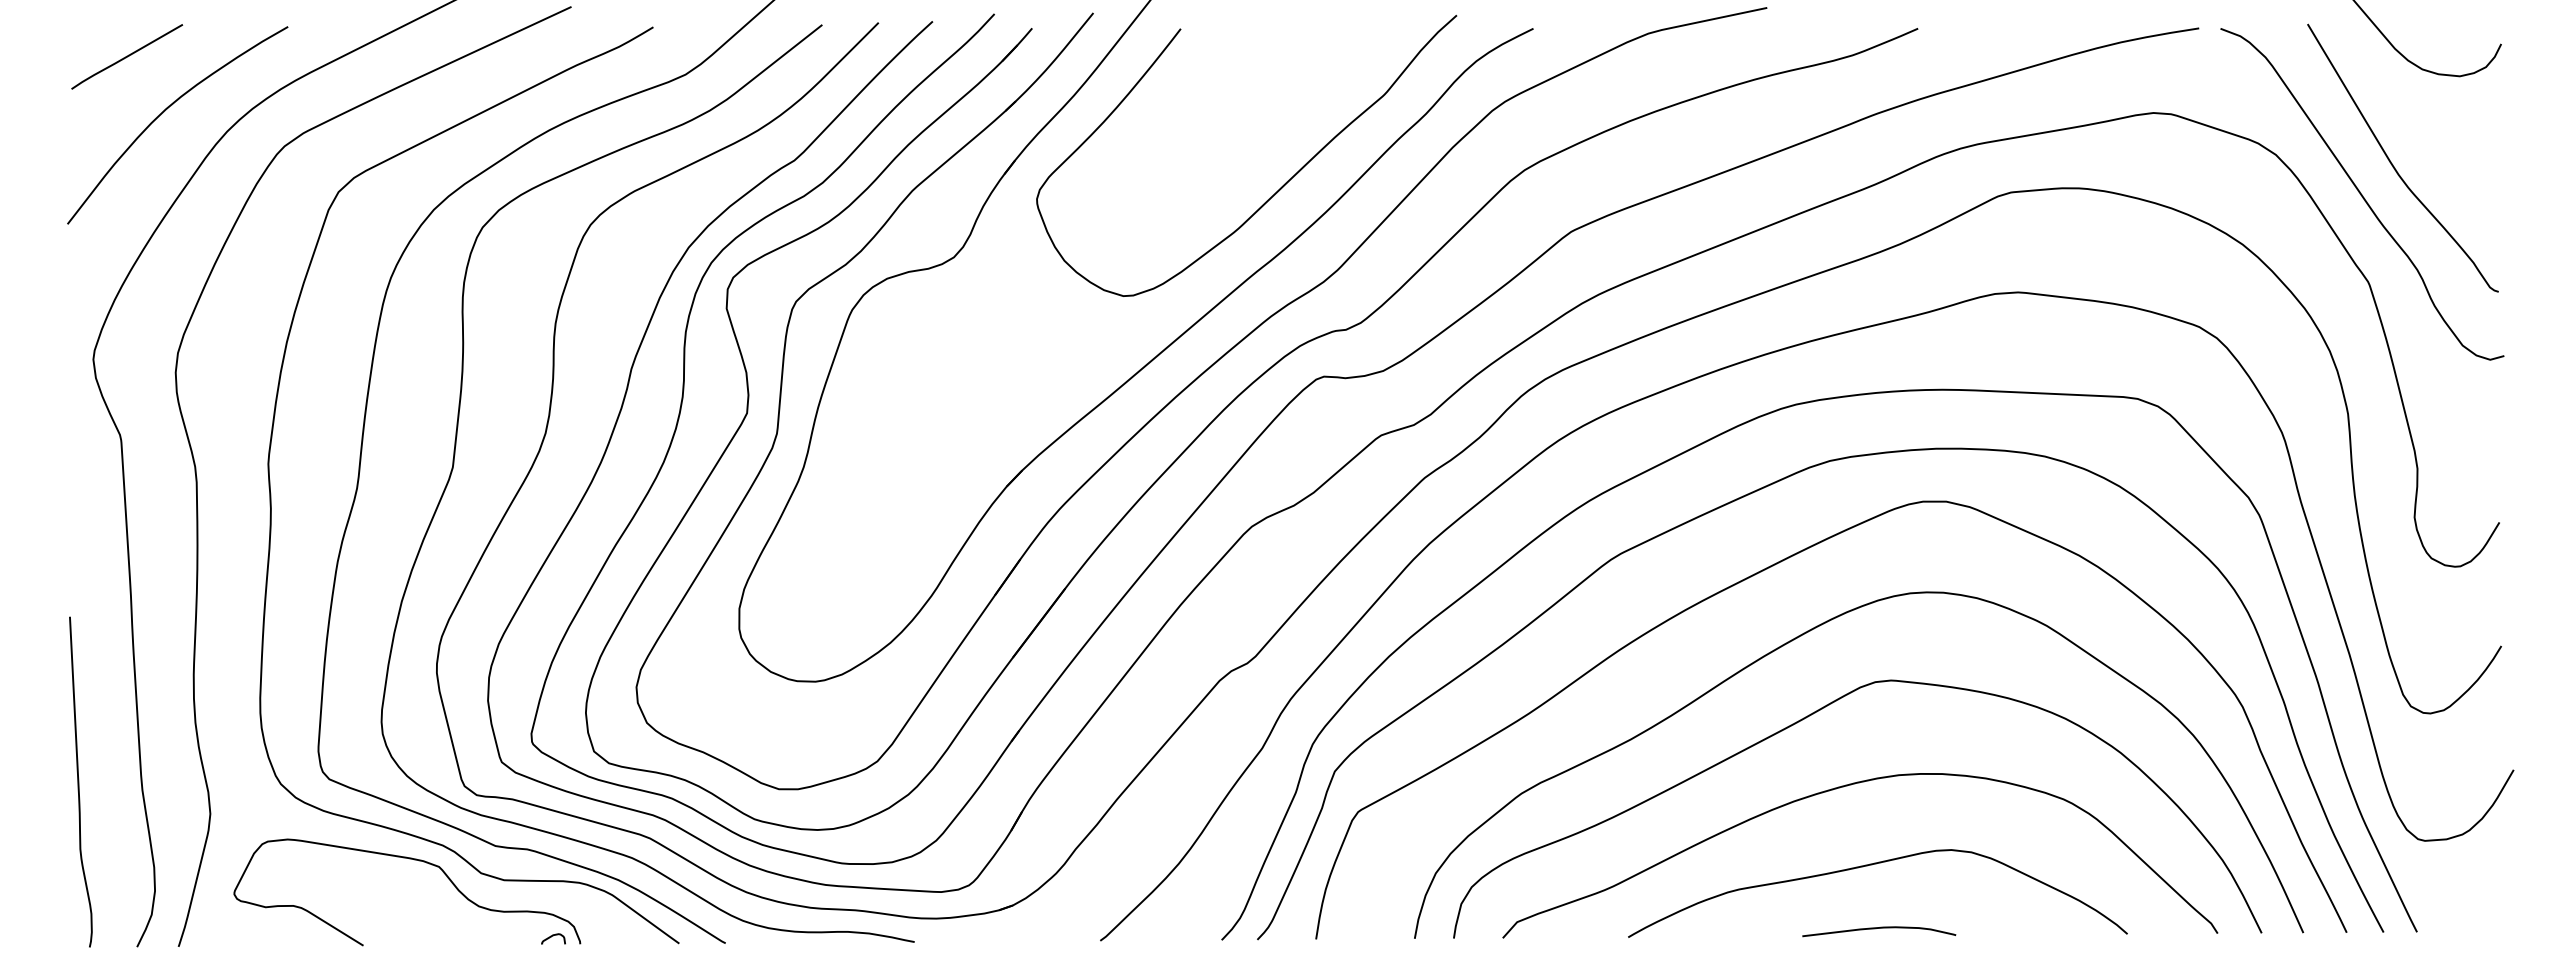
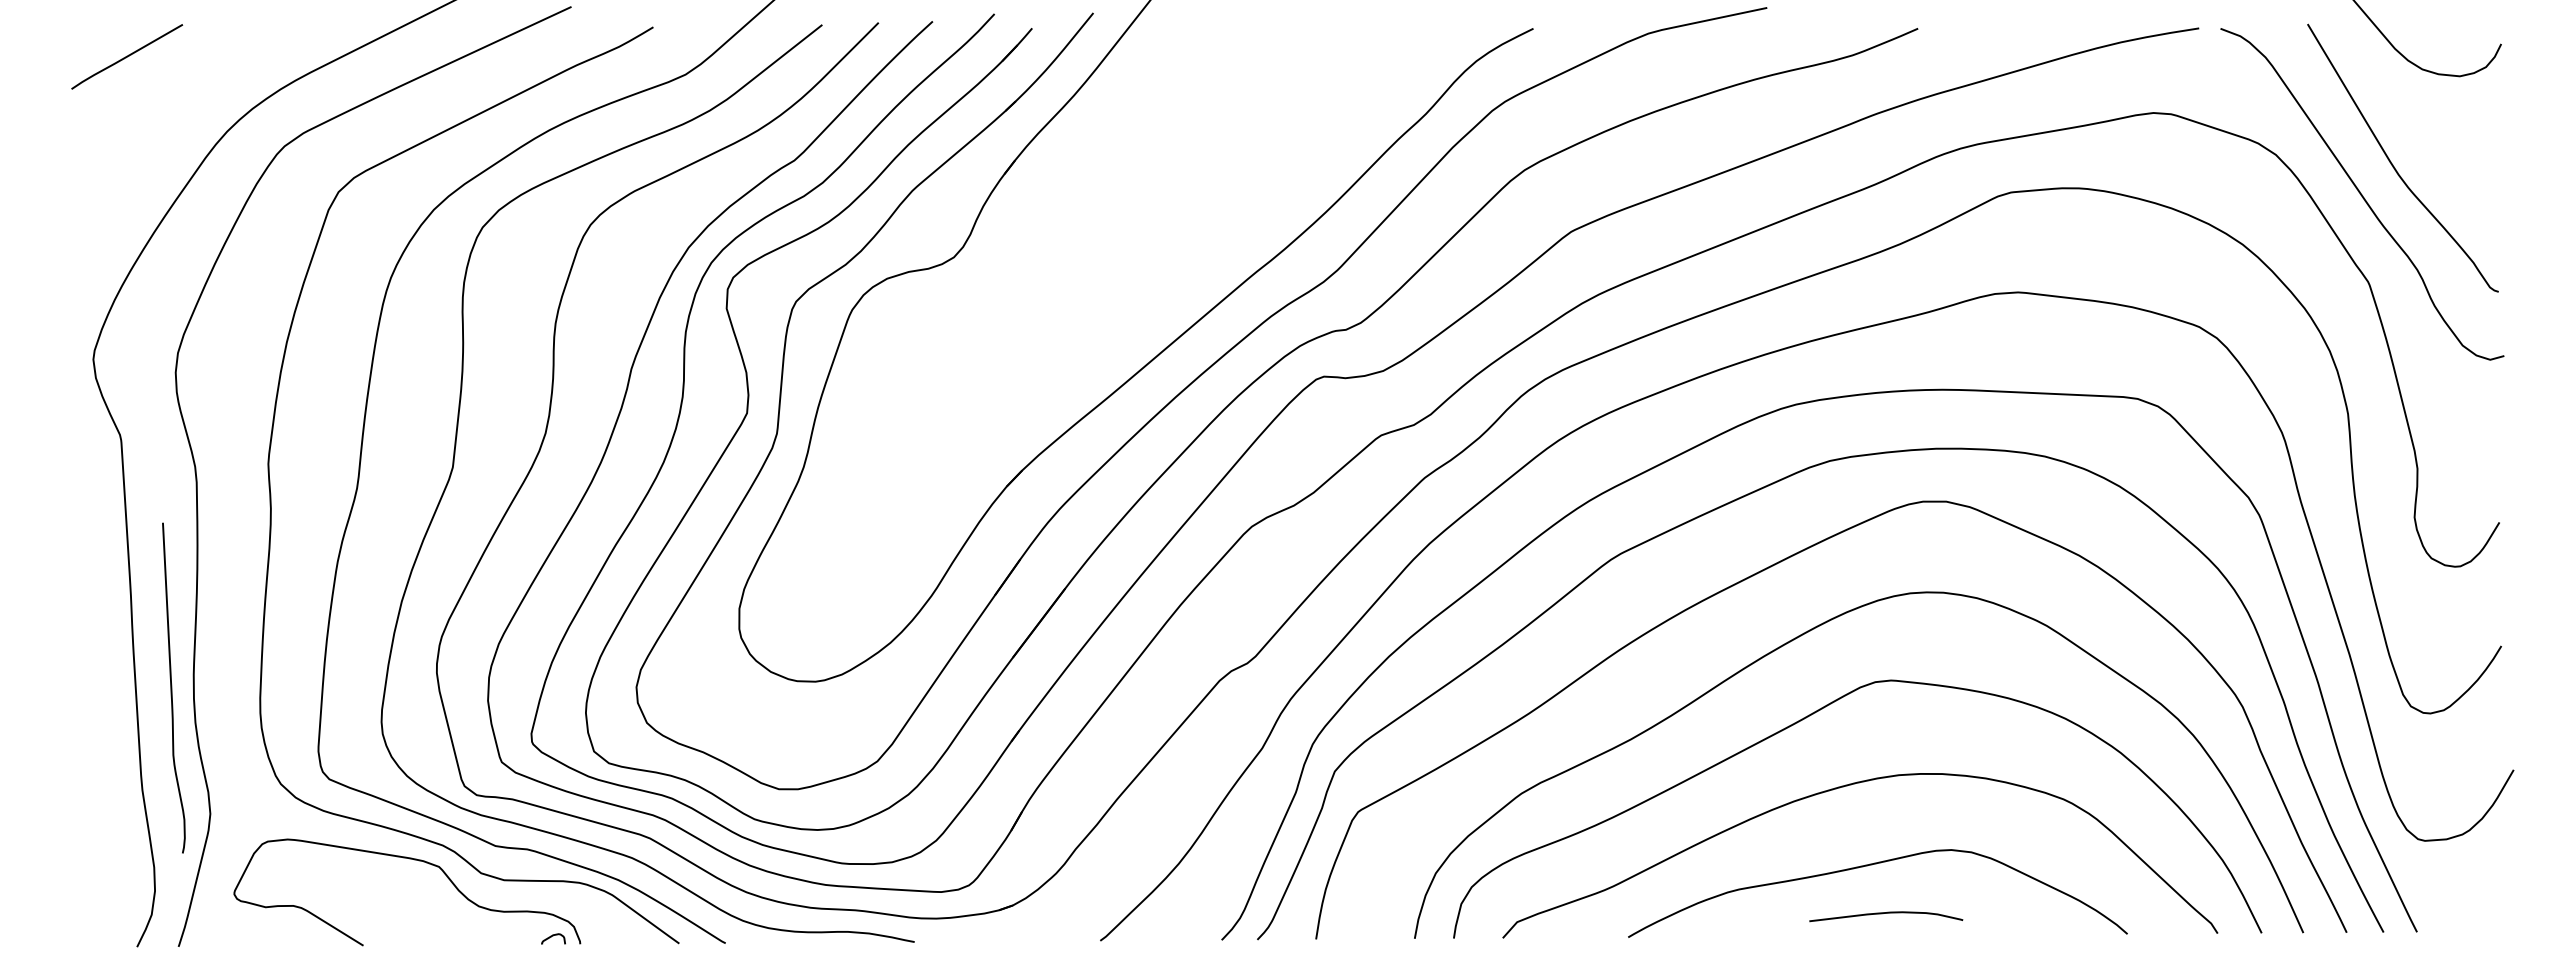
curve at (164, 112): present -> none
curve at (1279, 188): present -> none
curve at (79, 781) position: (79, 781) -> (172, 687)
curve at (1879, 928) position: (1879, 928) -> (1886, 913)
